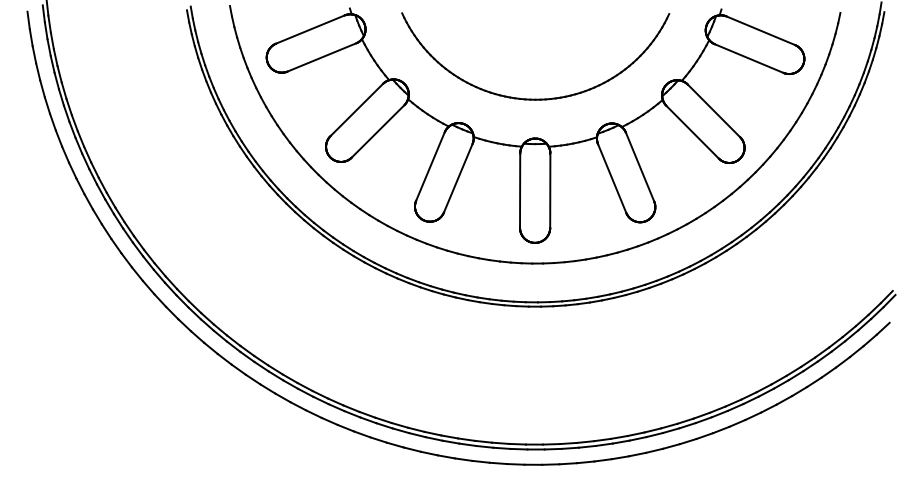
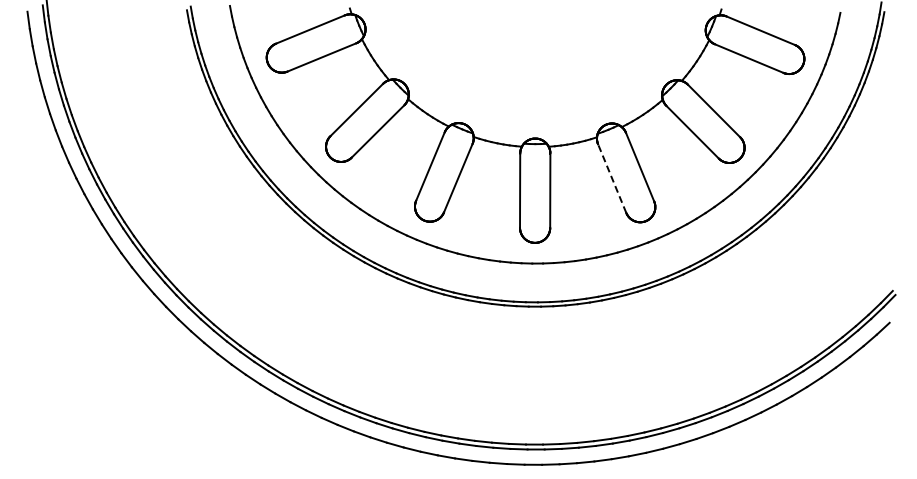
part at (535, 98): present -> none
line at (612, 178): solid -> dashed
